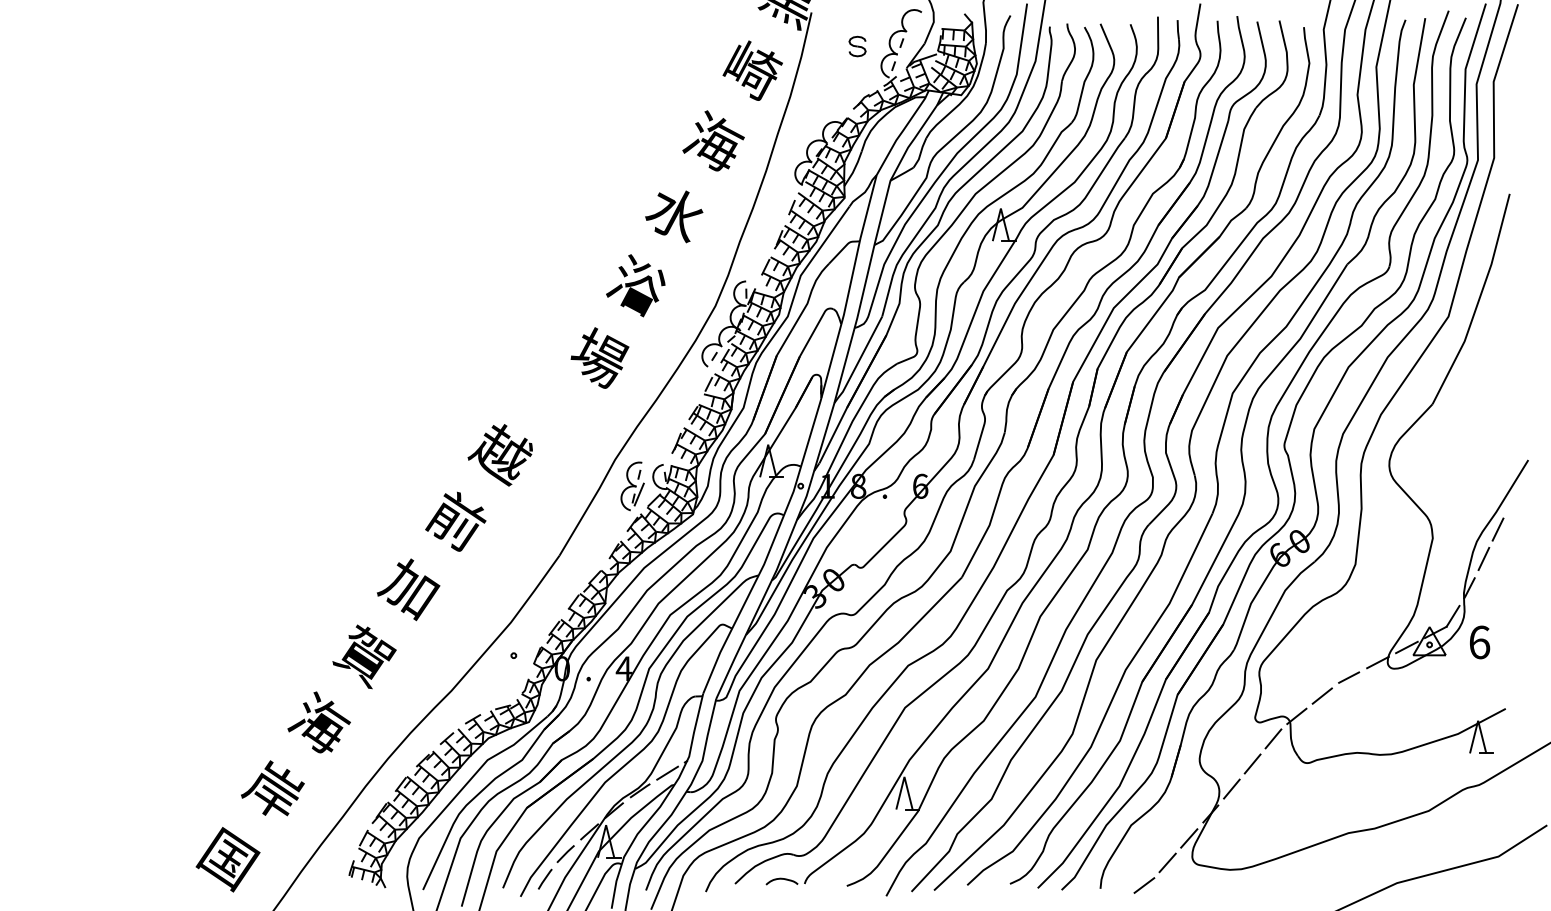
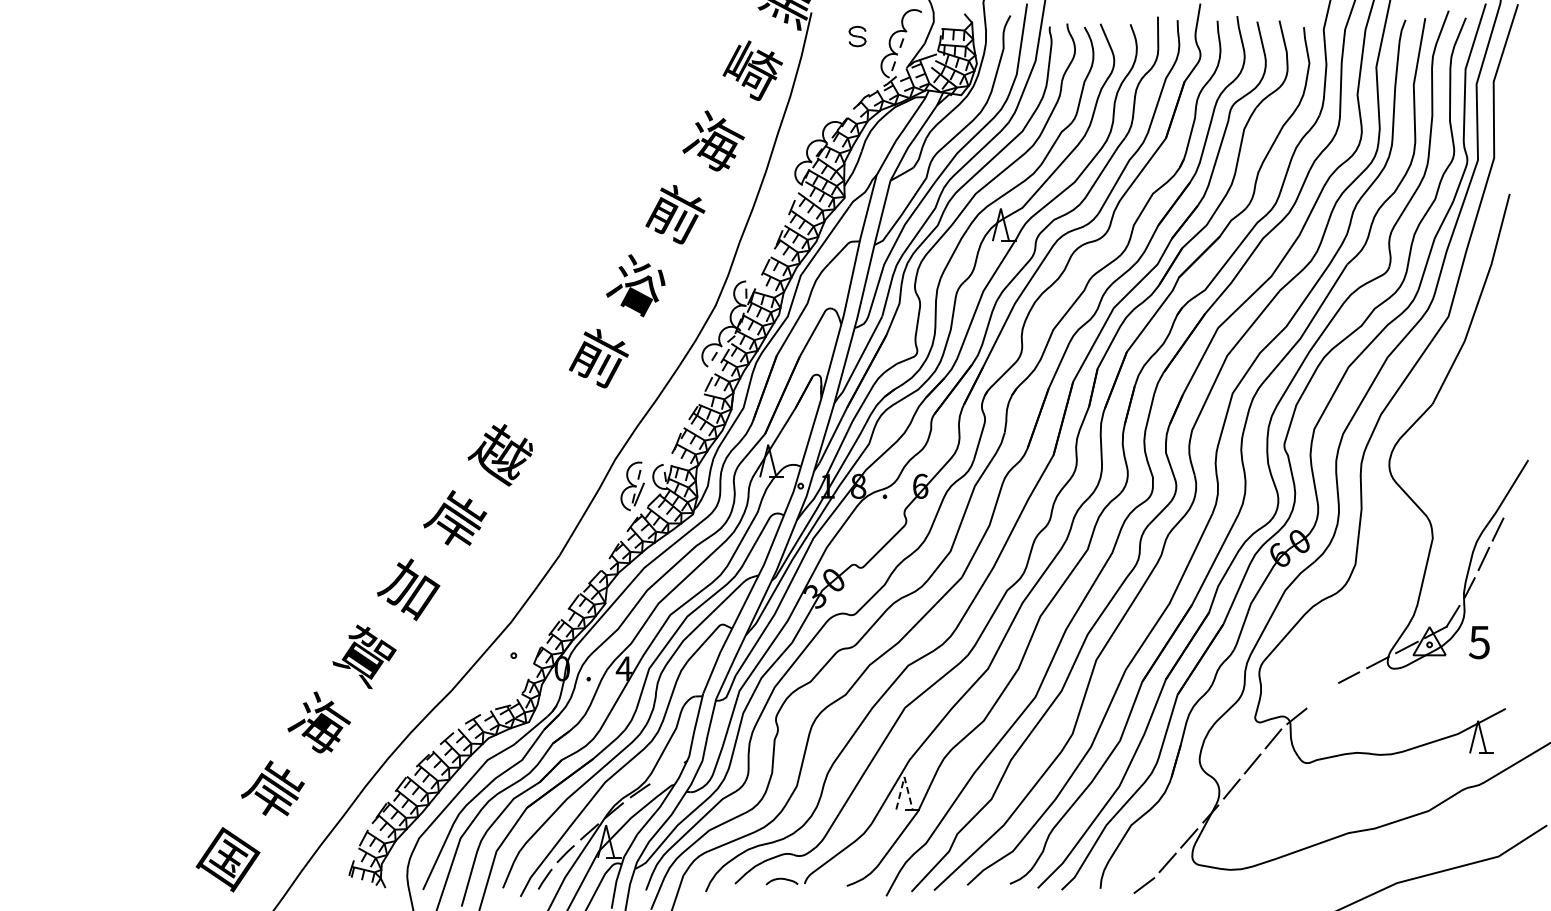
part at (857, 46) position: (857, 46) -> (857, 36)
text at (675, 214): 水 -> 前
text at (598, 357): 場 -> 前
text at (455, 520): 前 -> 岸
text at (1479, 642): 6 -> 5
line at (1321, 695): present -> none
line at (667, 772): present -> none
line at (904, 776): solid -> dashed
